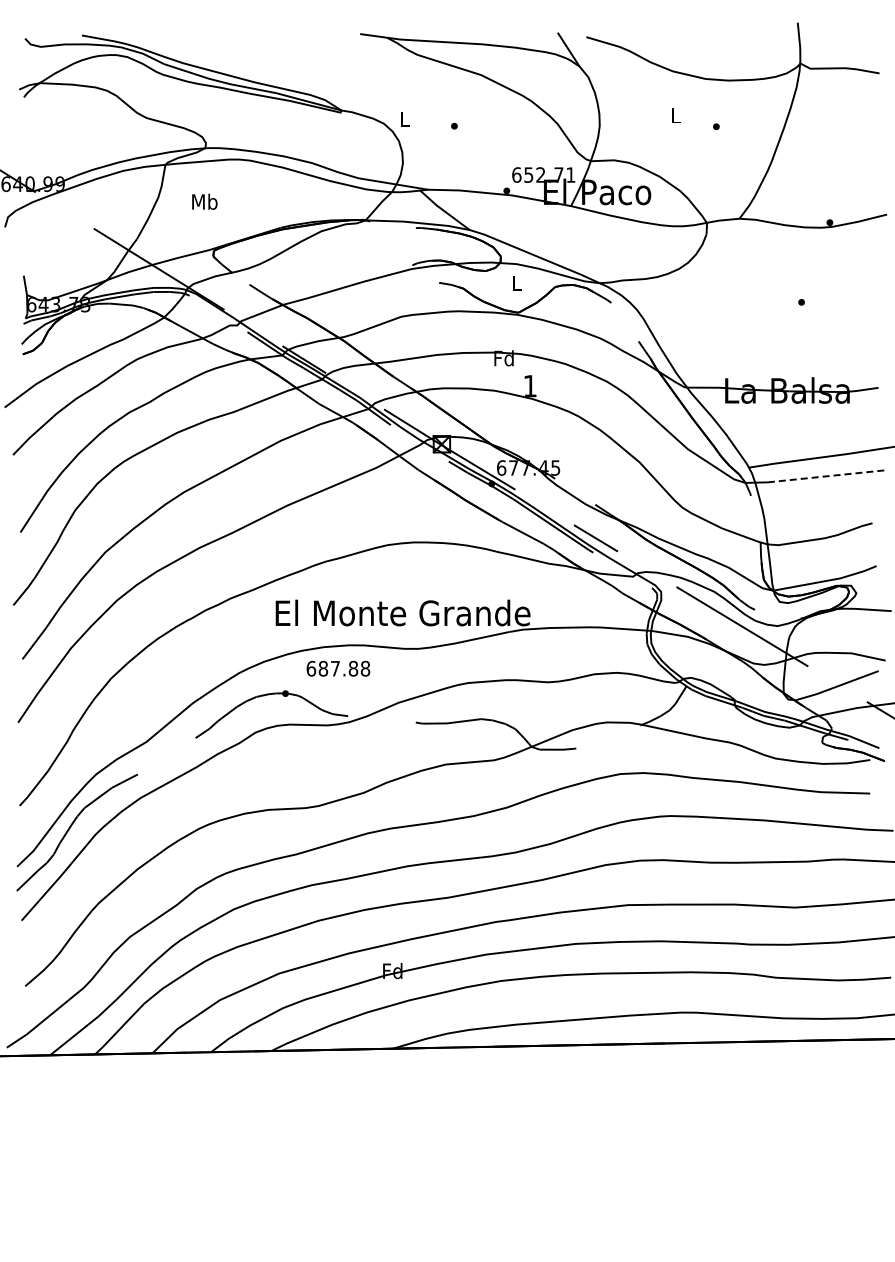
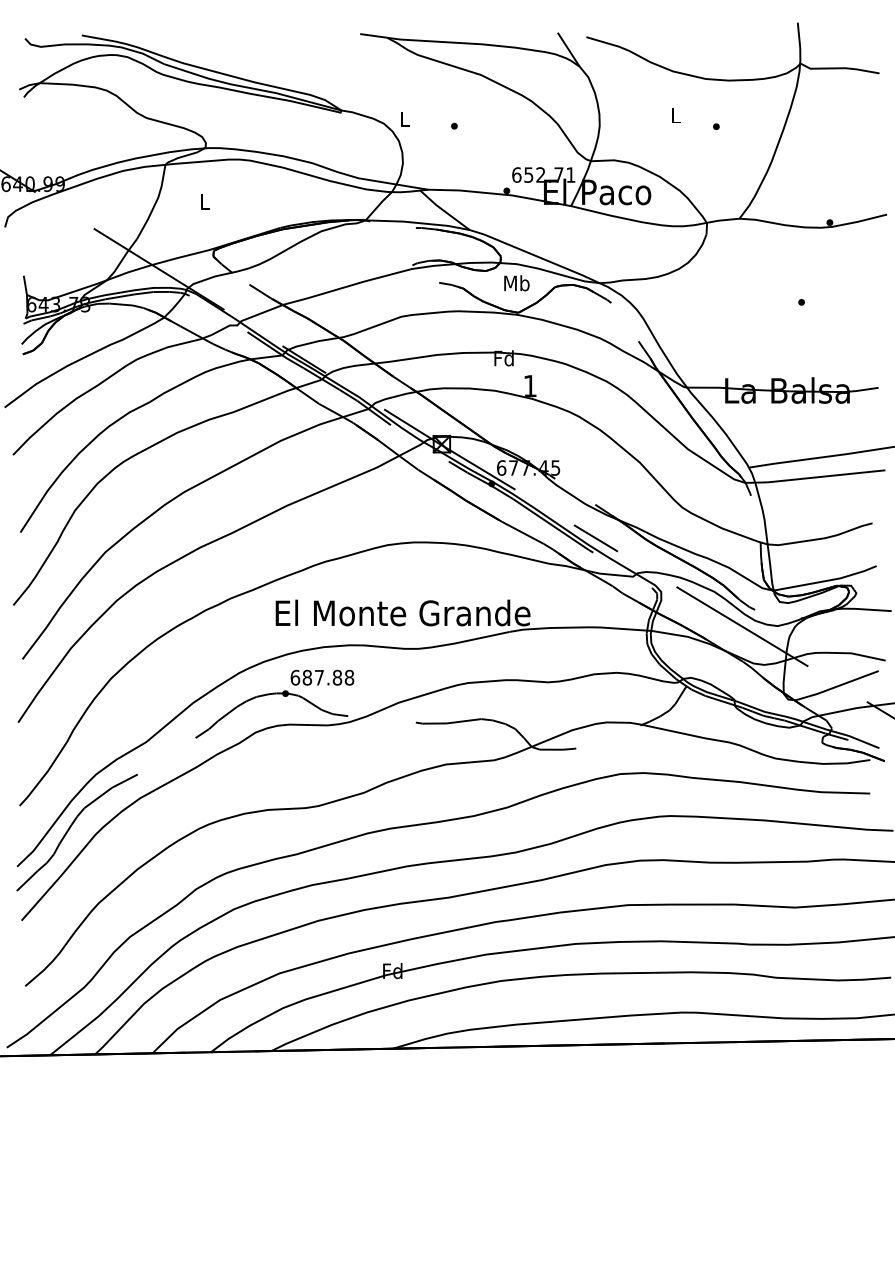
text at (204, 201): Mb -> L
text at (516, 283): L -> Mb
line at (827, 476): dashed -> solid
text at (338, 668) position: (338, 668) -> (322, 677)
